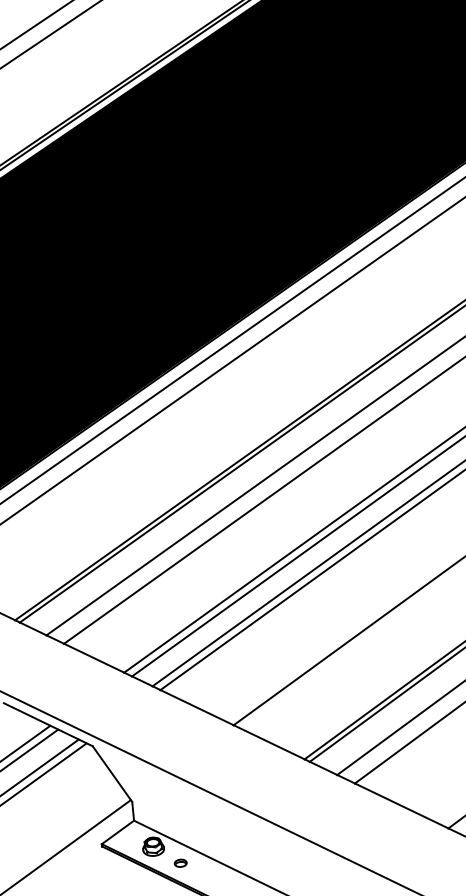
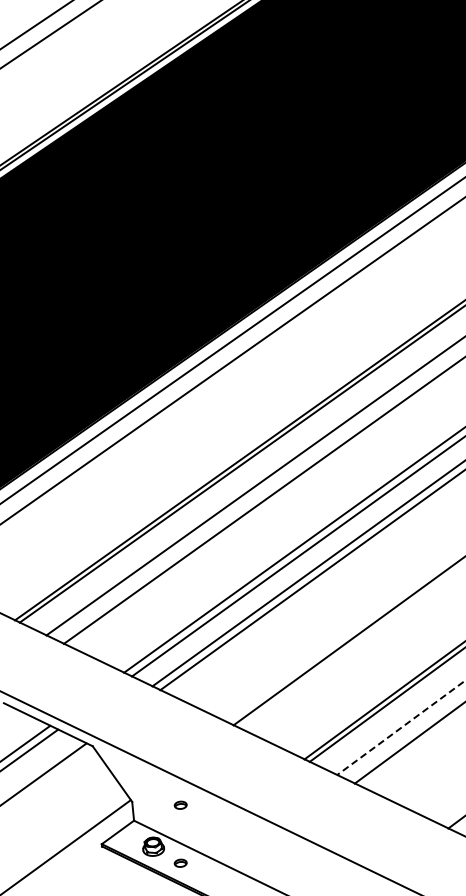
line at (401, 727): solid -> dashed
line at (40, 766): present -> none
part at (180, 804): none -> present
